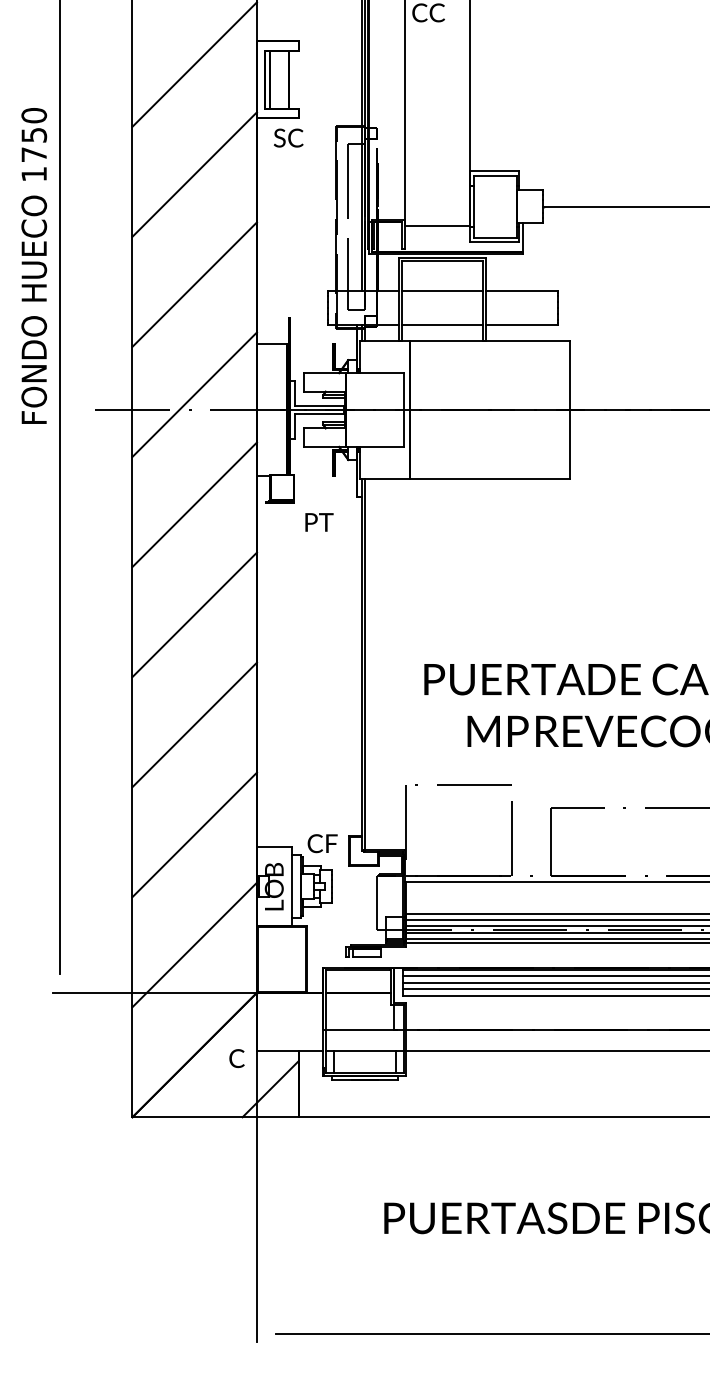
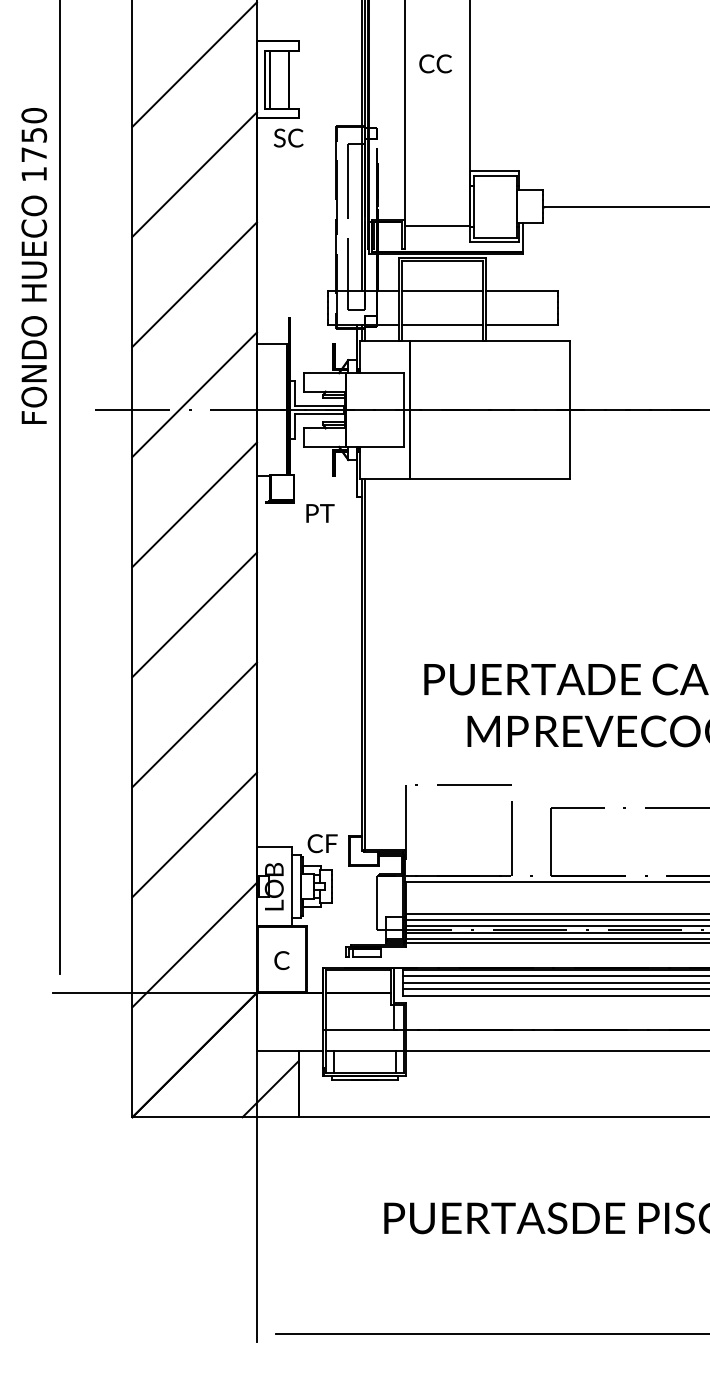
text at (428, 12) position: (428, 12) -> (435, 63)
text at (319, 522) position: (319, 522) -> (320, 513)
text at (236, 1058) position: (236, 1058) -> (281, 960)
